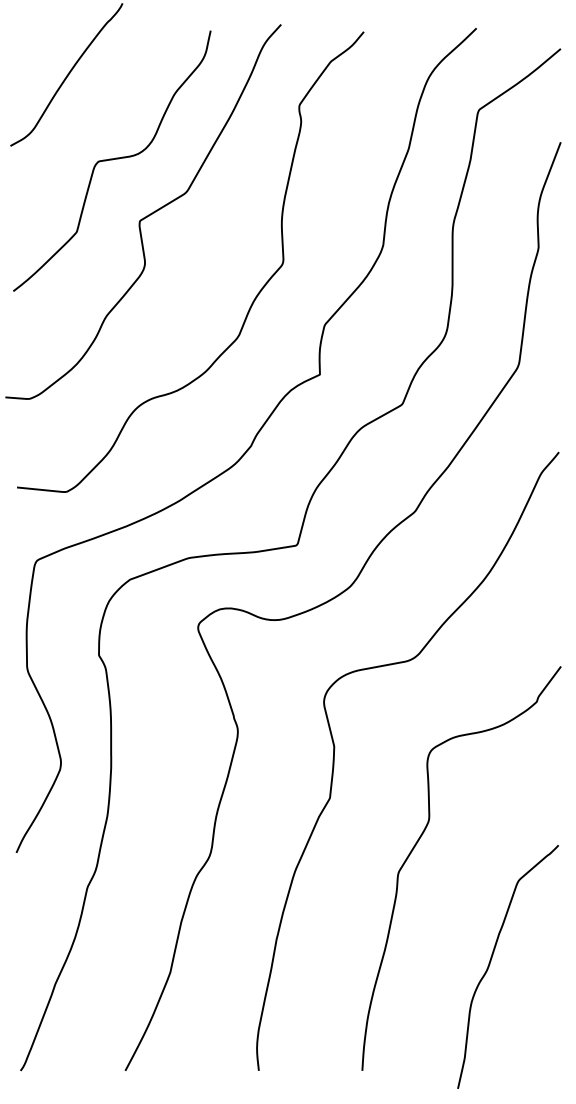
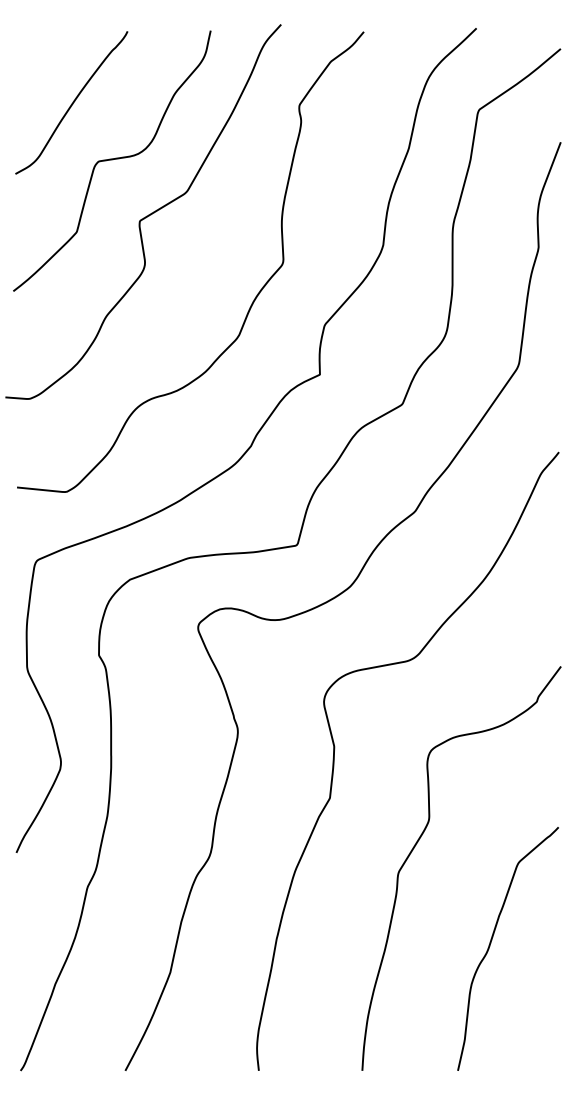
curve at (67, 74) position: (67, 74) -> (72, 102)
curve at (491, 961) position: (491, 961) -> (491, 943)
